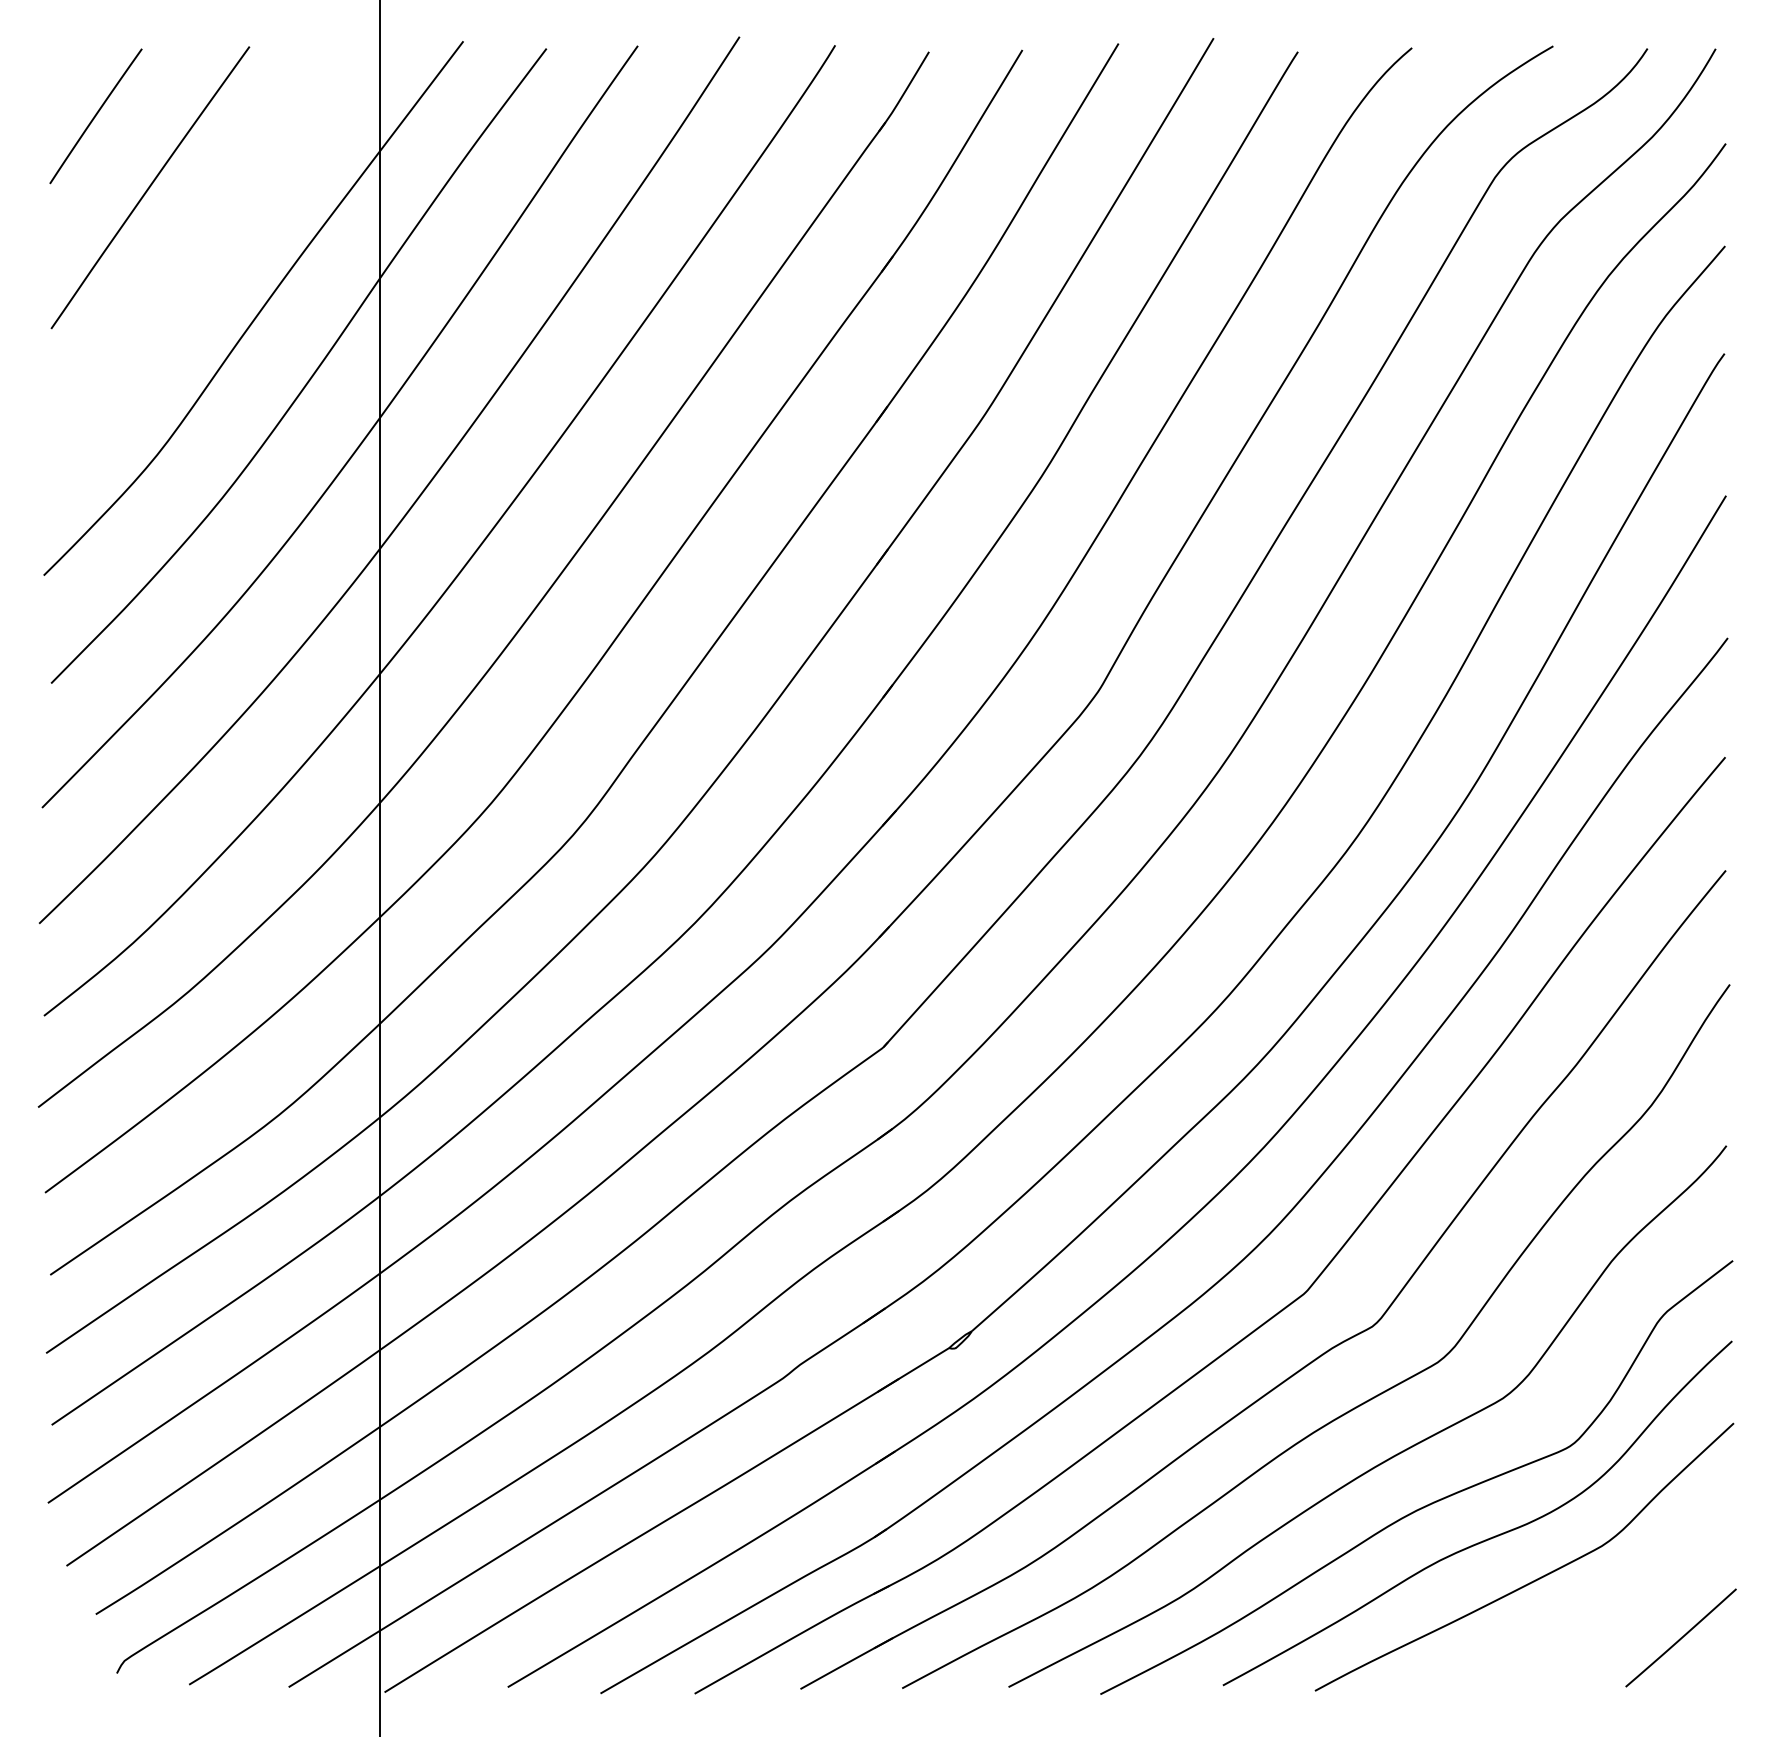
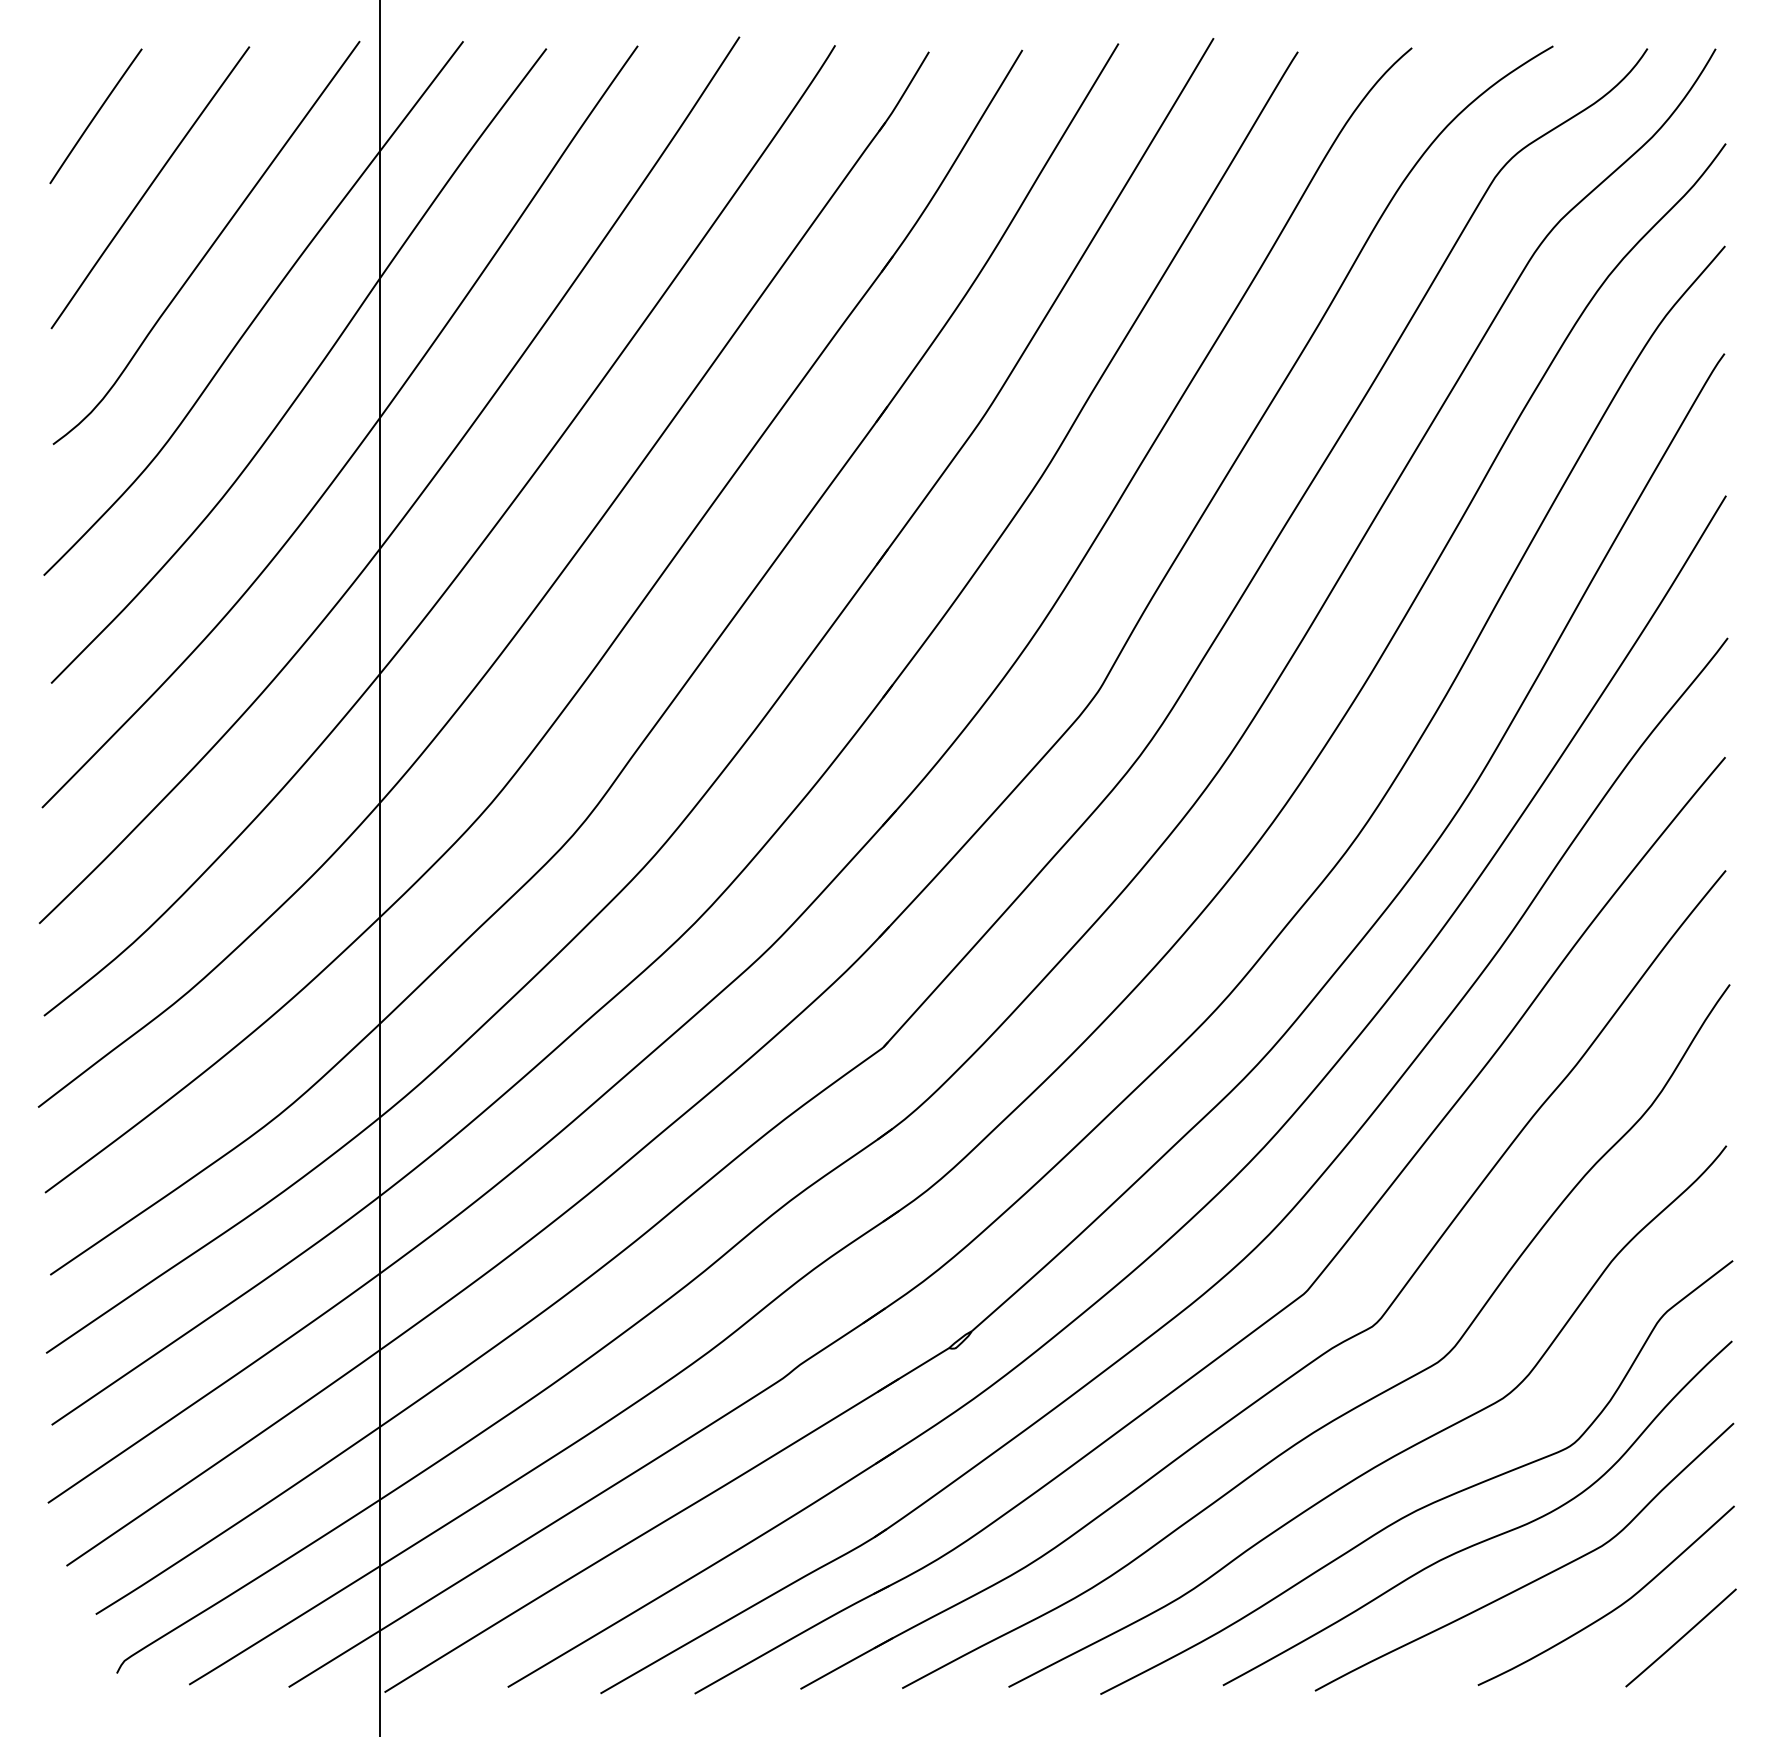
curve at (211, 244): none -> present
curve at (1614, 1608): none -> present
